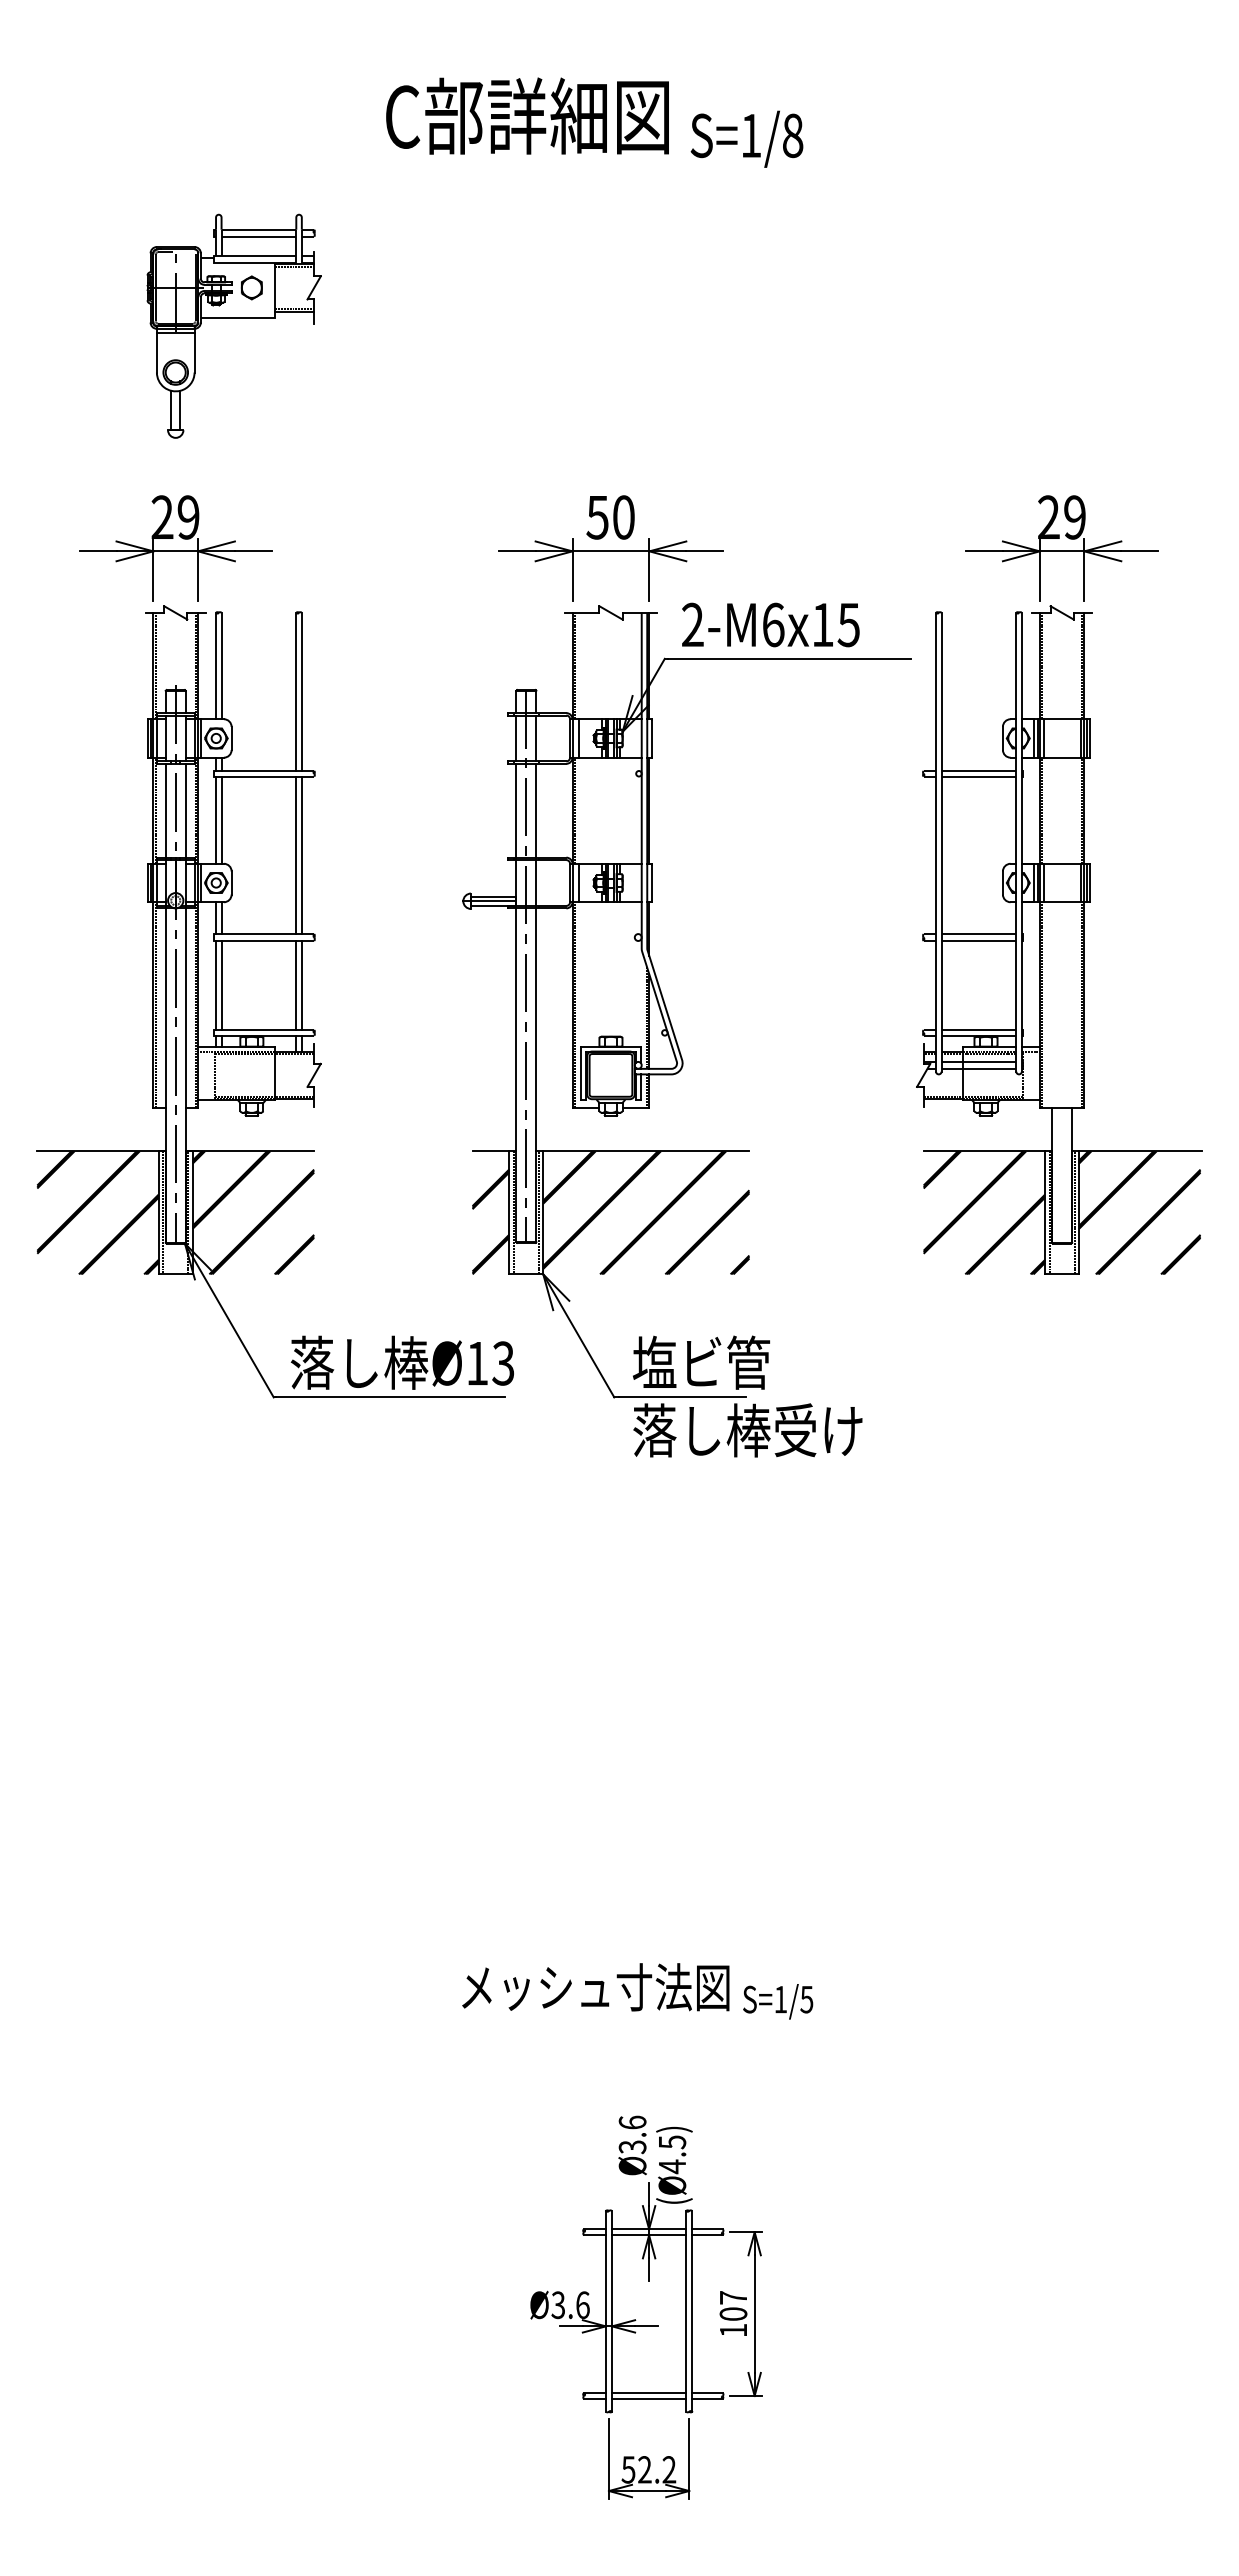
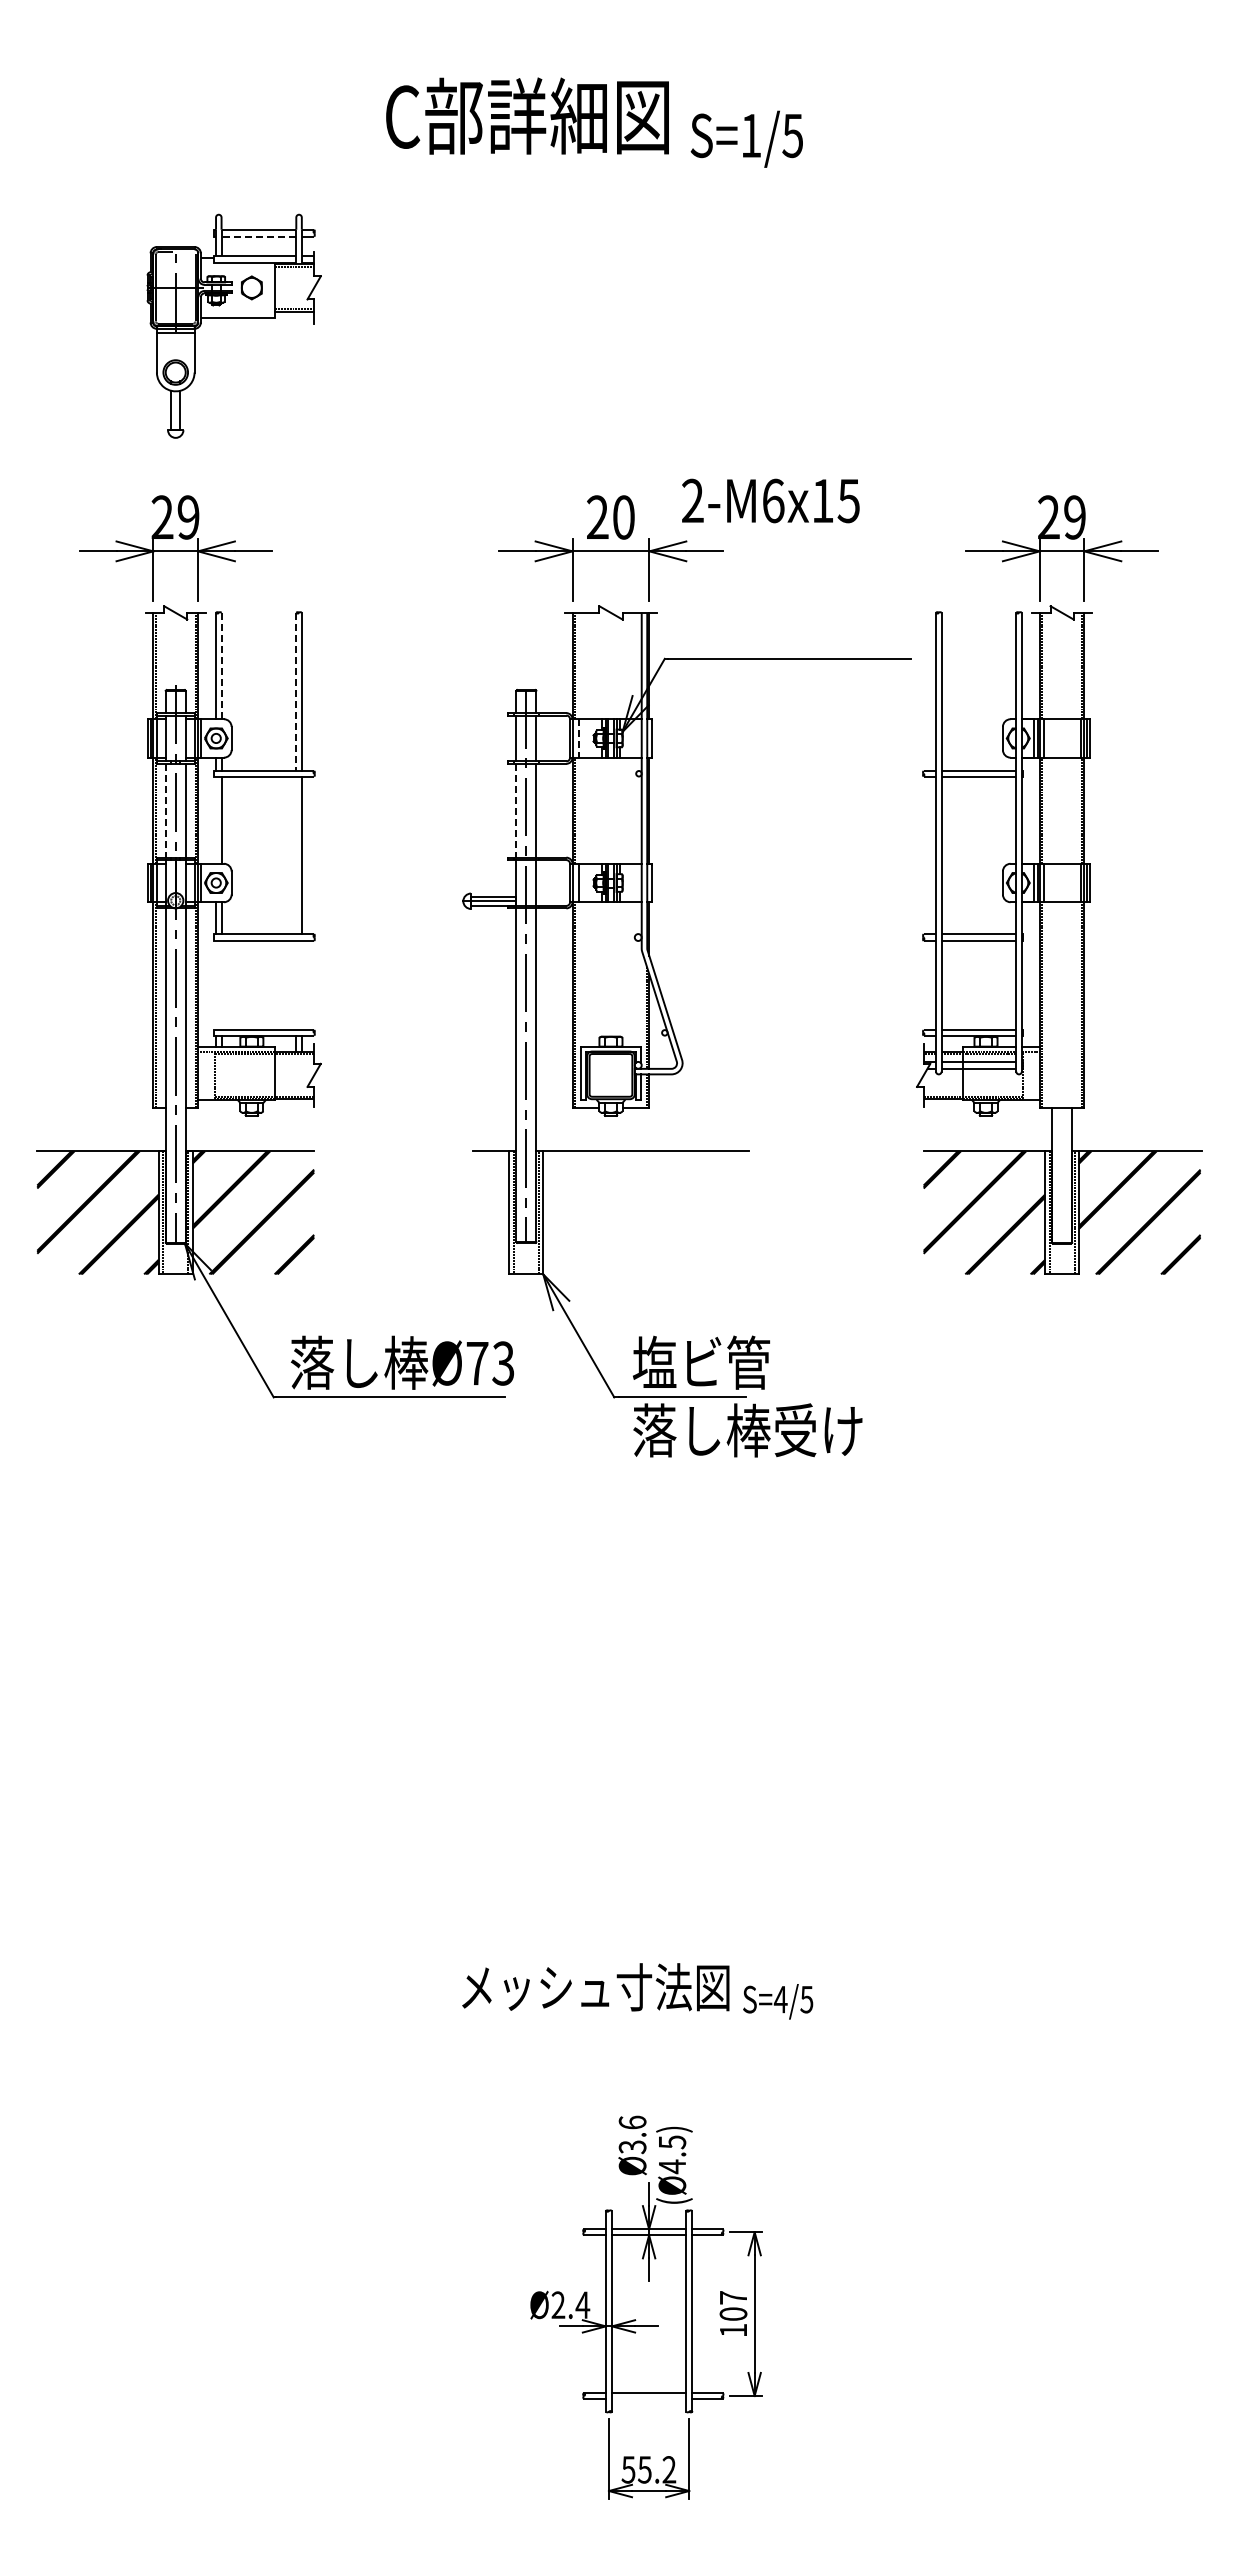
text at (792, 135): S=1/8 -> S=1/5
line at (258, 236): solid -> dashed
text at (597, 517): 50 -> 20
text at (770, 624) position: (770, 624) -> (770, 500)
line at (221, 665): solid -> dashed
line at (296, 692): solid -> dashed
line at (578, 738): solid -> dashed
line at (165, 810): solid -> dashed
line at (516, 810): solid -> dashed
line at (216, 819): present -> none
line at (296, 855): present -> none
line at (216, 985): present -> none
line at (221, 985): present -> none
line at (296, 985): present -> none
line at (301, 985): present -> none
hatch at (610, 1212): present -> none
text at (477, 1363): Ø13 -> Ø73
text at (780, 1999): S=1/5 -> S=4/5
text at (570, 2305): Ø3.6 -> Ø2.4
line at (649, 2399): present -> none
text at (644, 2469): 52.2 -> 55.2
